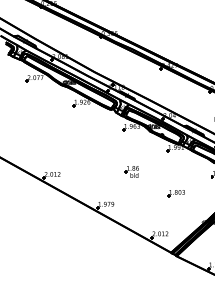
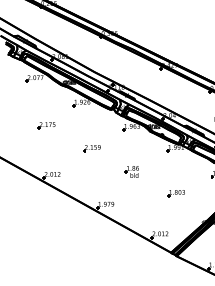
part at (46, 125): none -> present
part at (91, 148): none -> present
